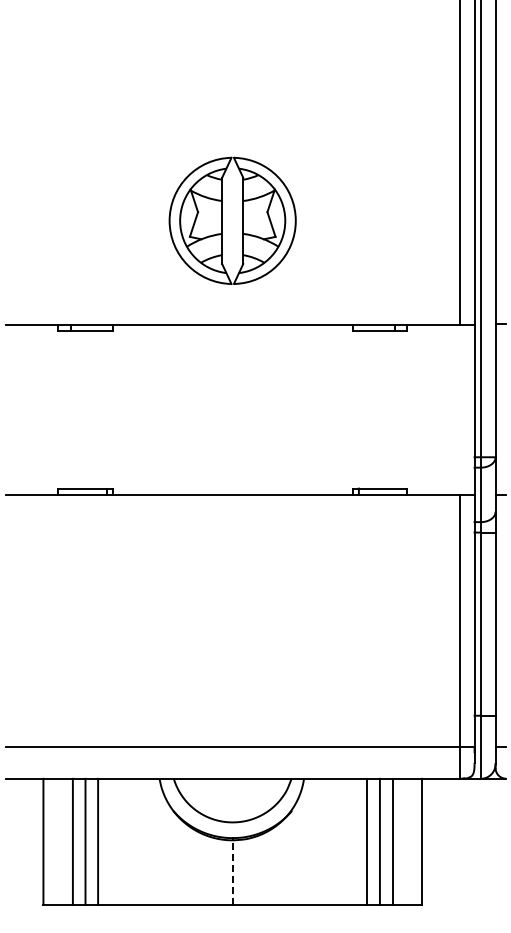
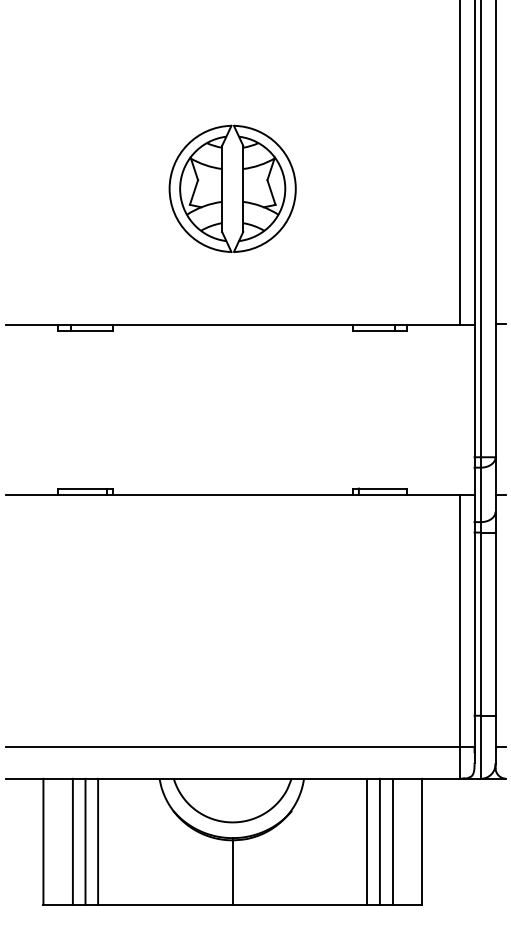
part at (232, 220) position: (232, 220) -> (232, 188)
line at (232, 872): dashed -> solid
